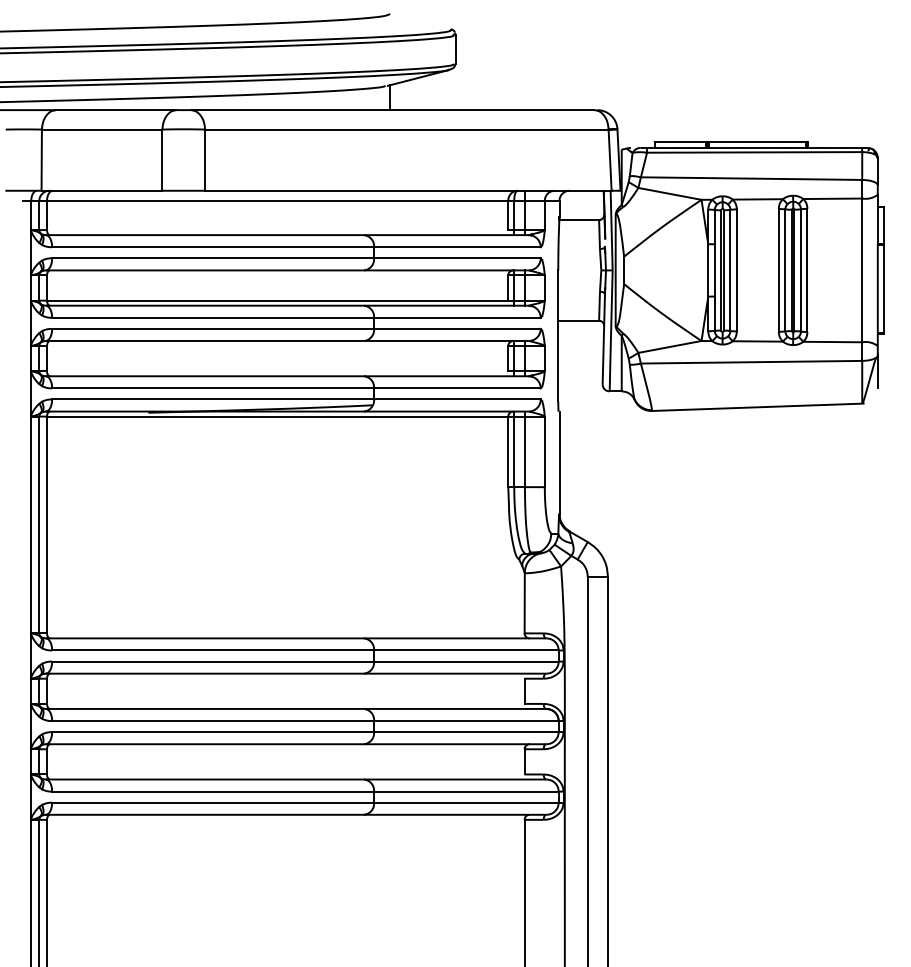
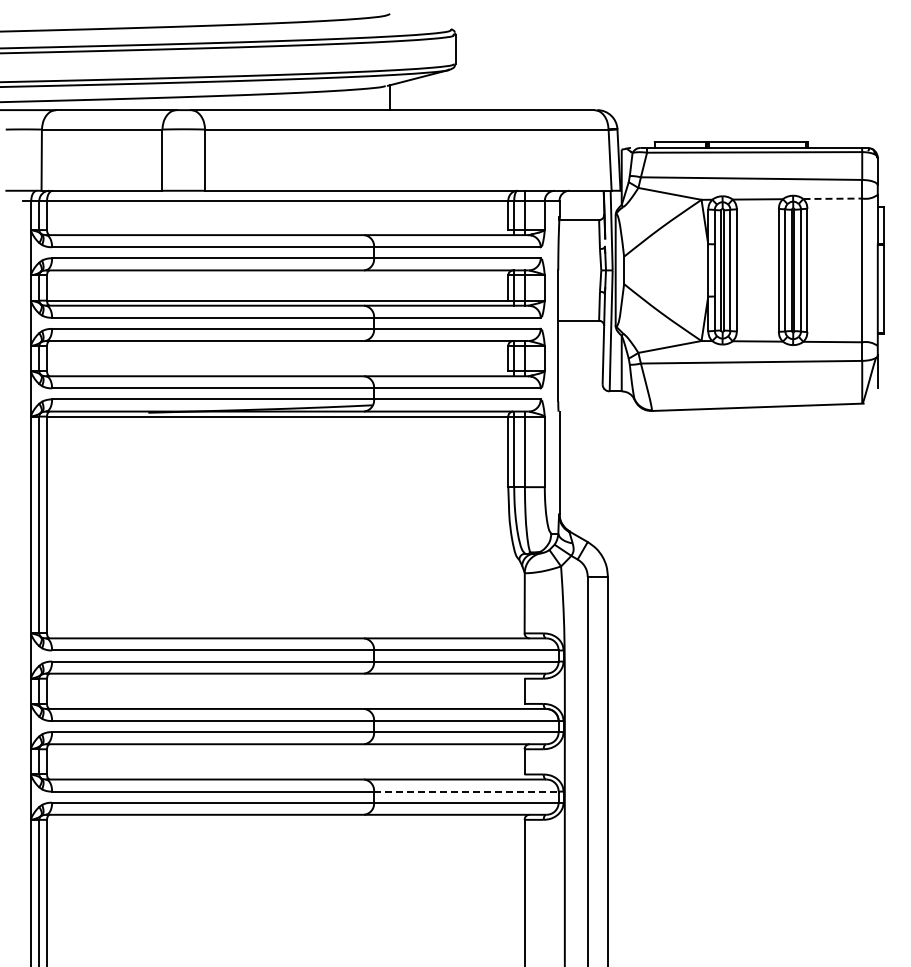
line at (833, 198): solid -> dashed
line at (466, 791): solid -> dashed
